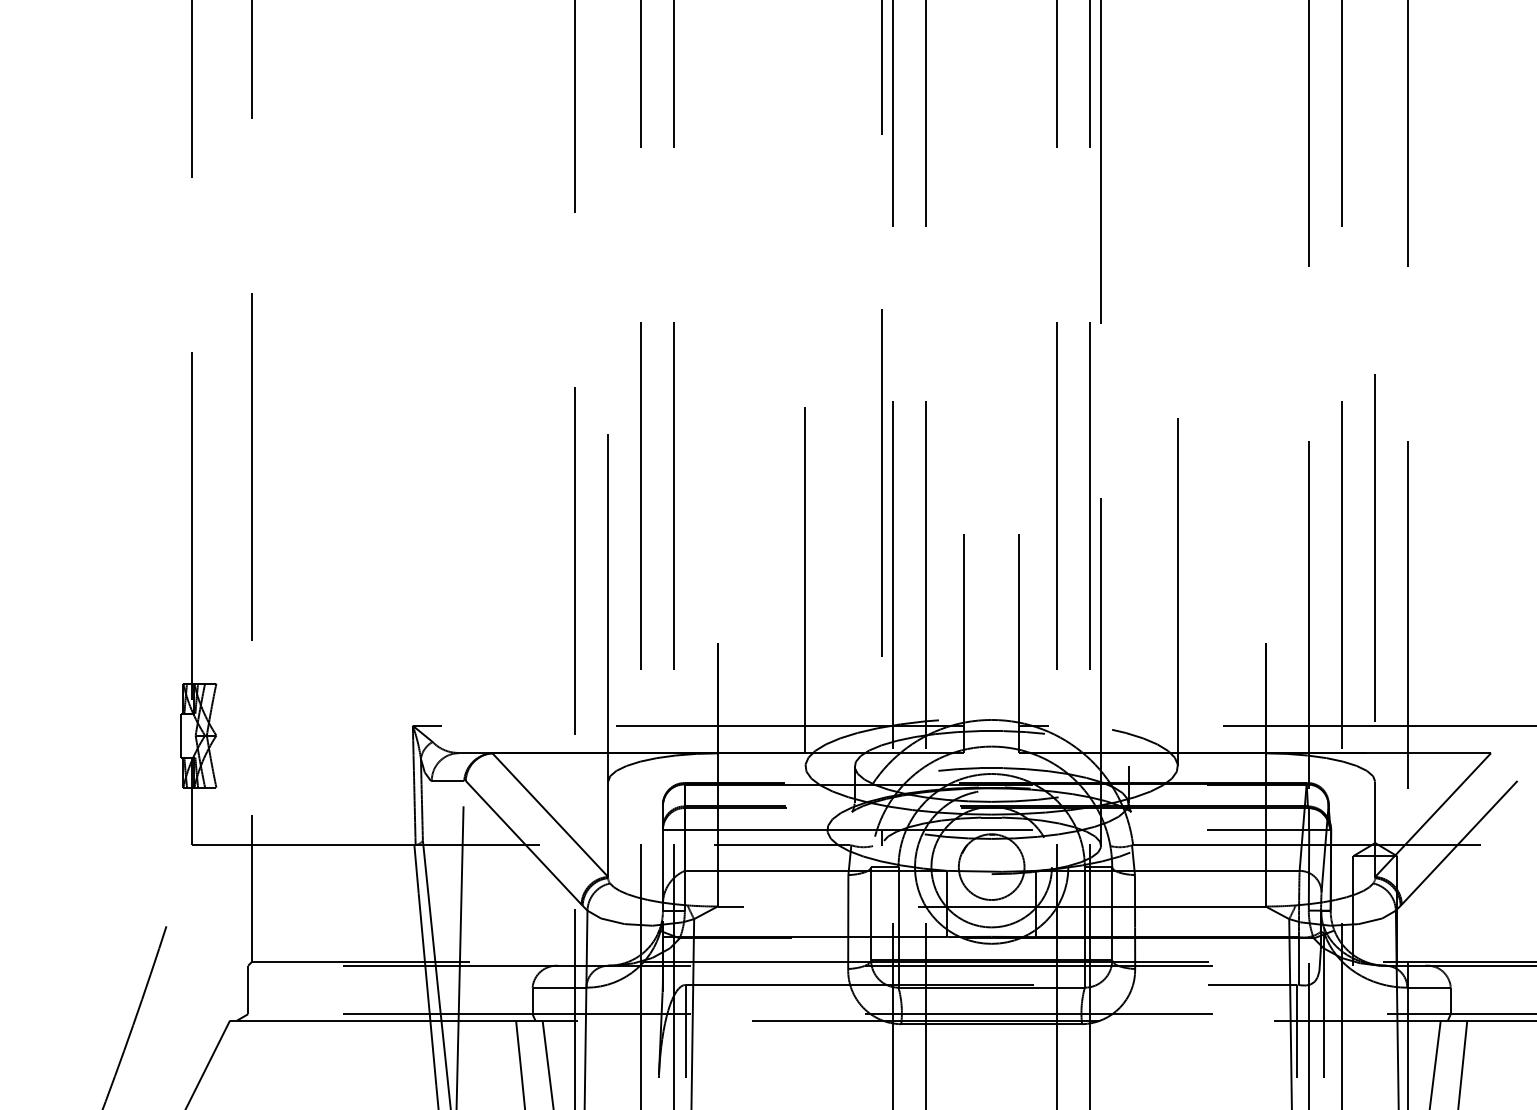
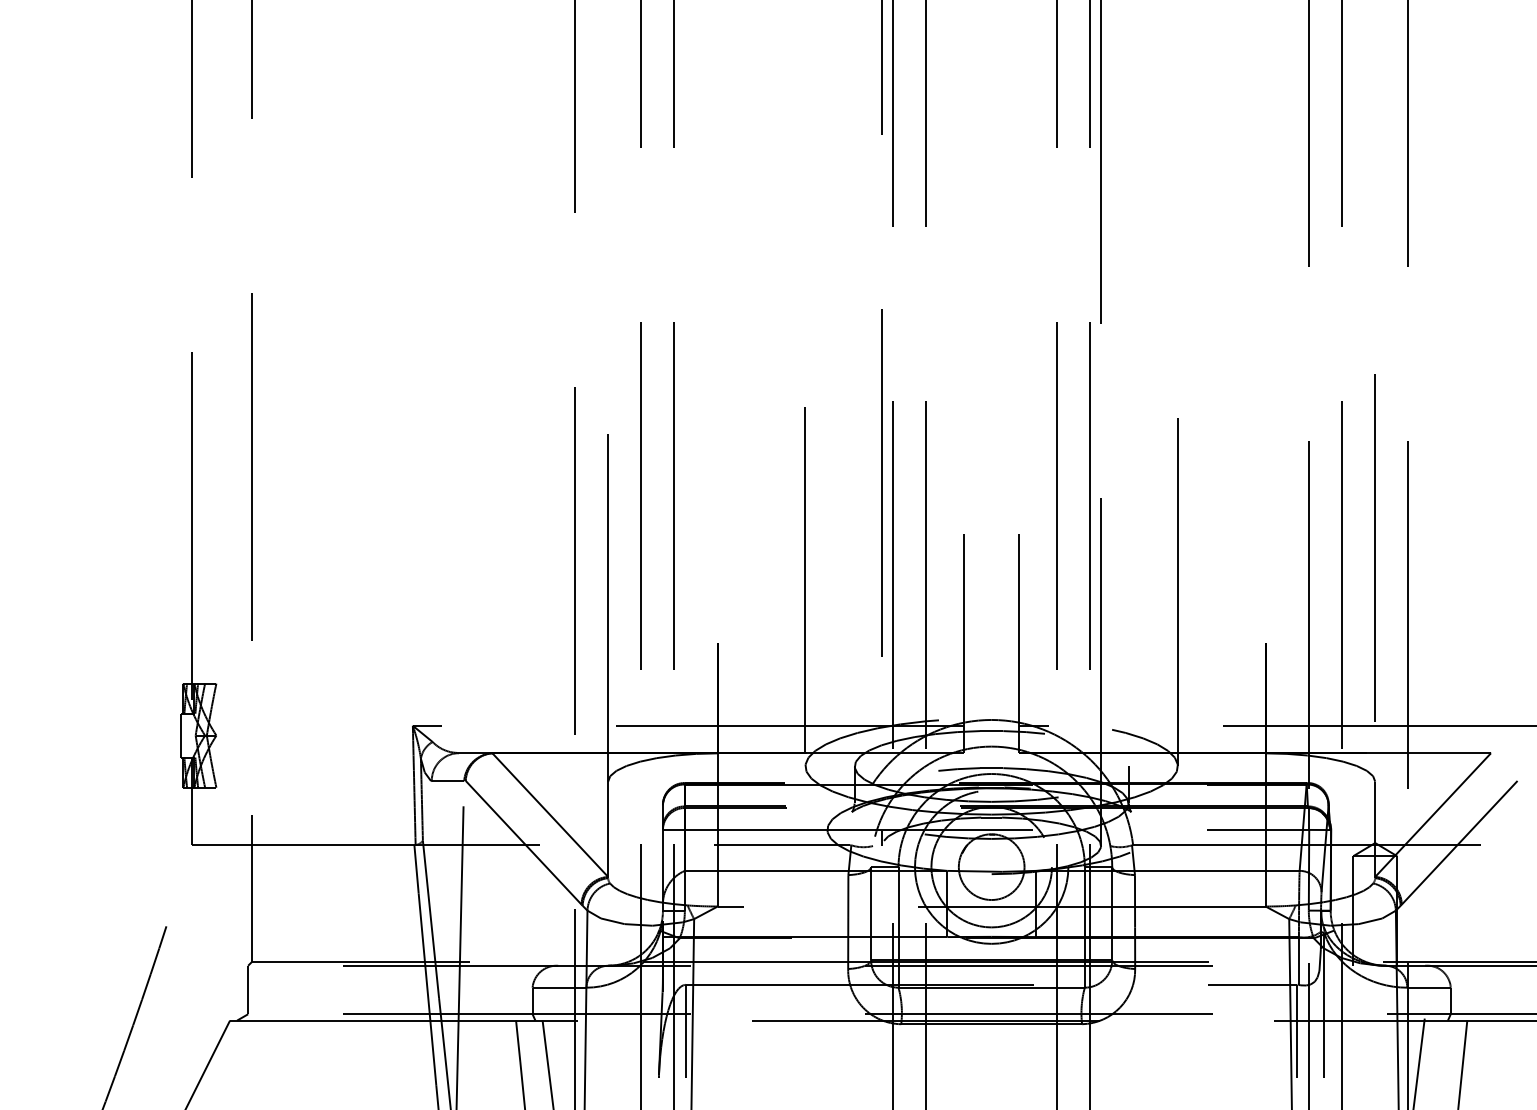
line at (1435, 1063) position: (1435, 1063) -> (1418, 1062)
